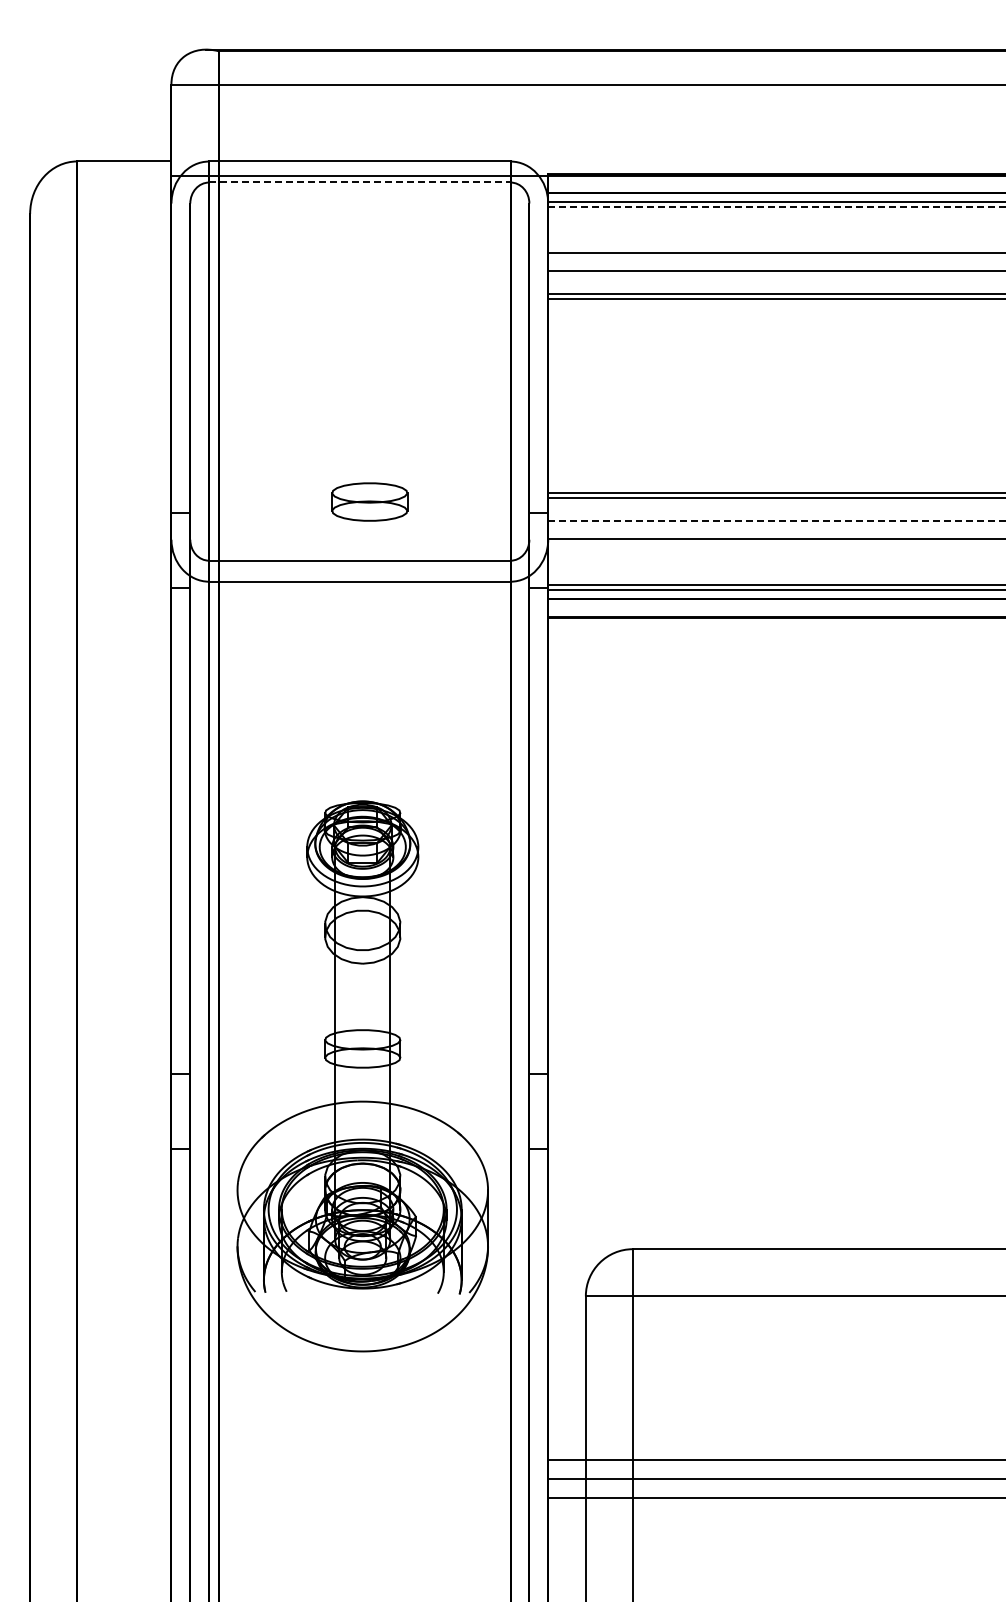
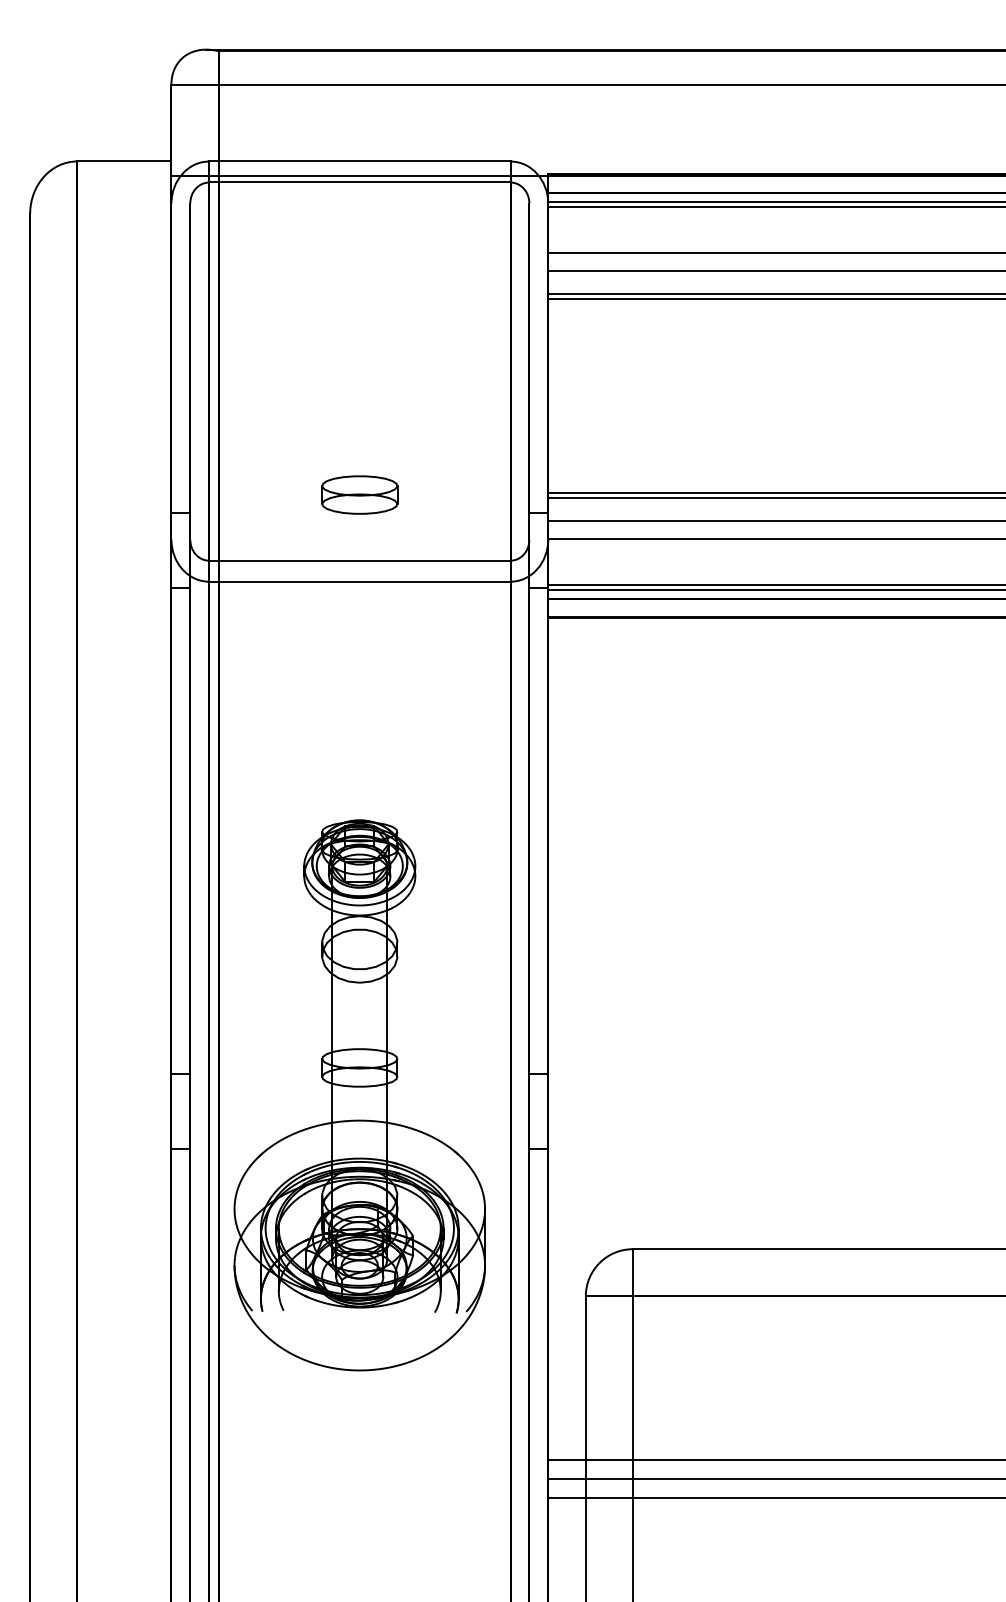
line at (359, 182): dashed -> solid
line at (777, 206): dashed -> solid
part at (369, 501) position: (369, 501) -> (359, 494)
line at (777, 520): dashed -> solid
part at (362, 1076) position: (362, 1076) -> (359, 1095)
